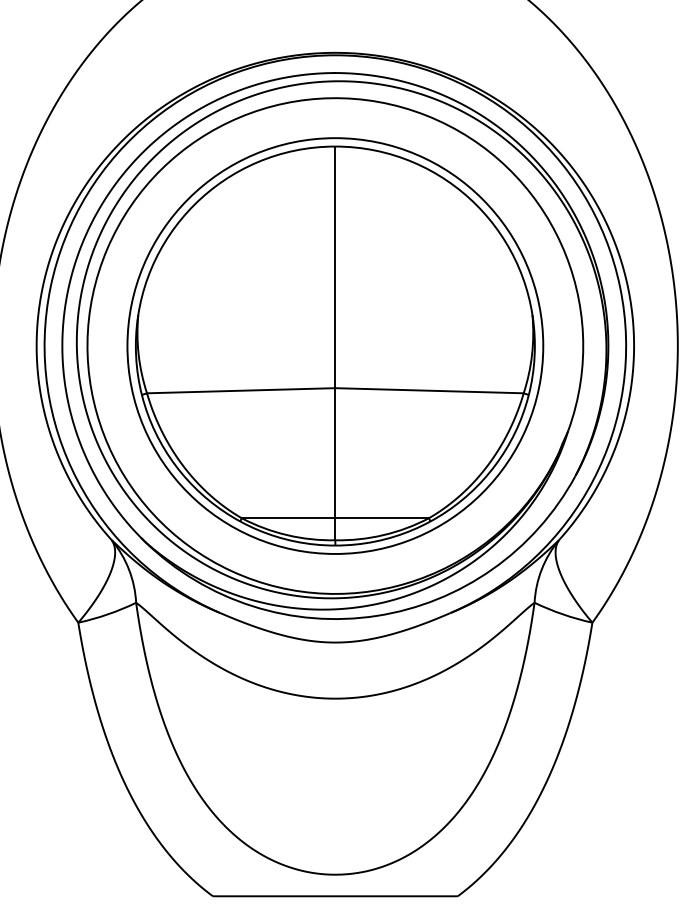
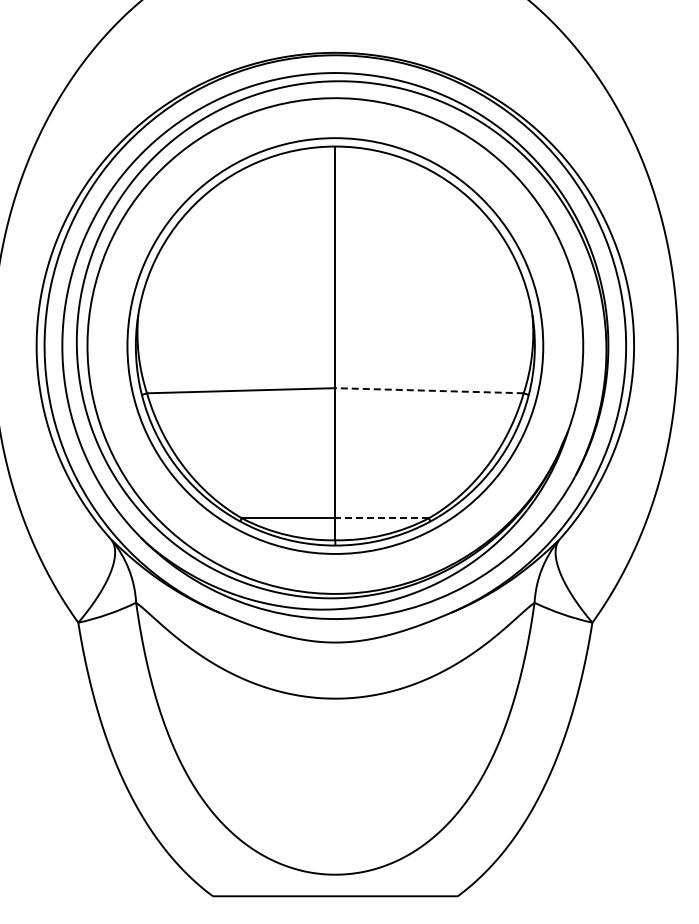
line at (429, 390): solid -> dashed
line at (382, 518): solid -> dashed
